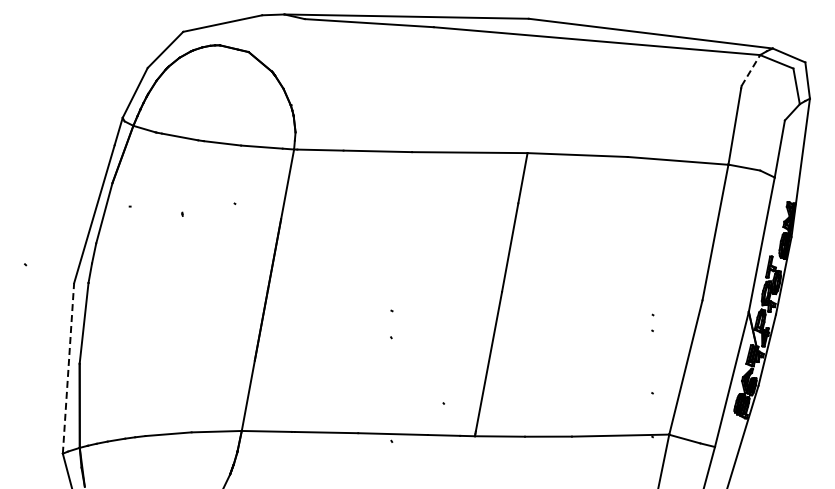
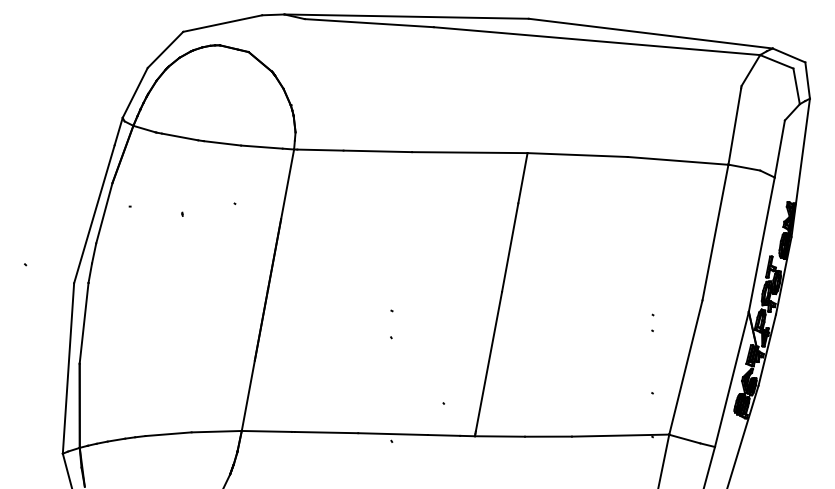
line at (751, 70): dashed -> solid
line at (68, 368): dashed -> solid
